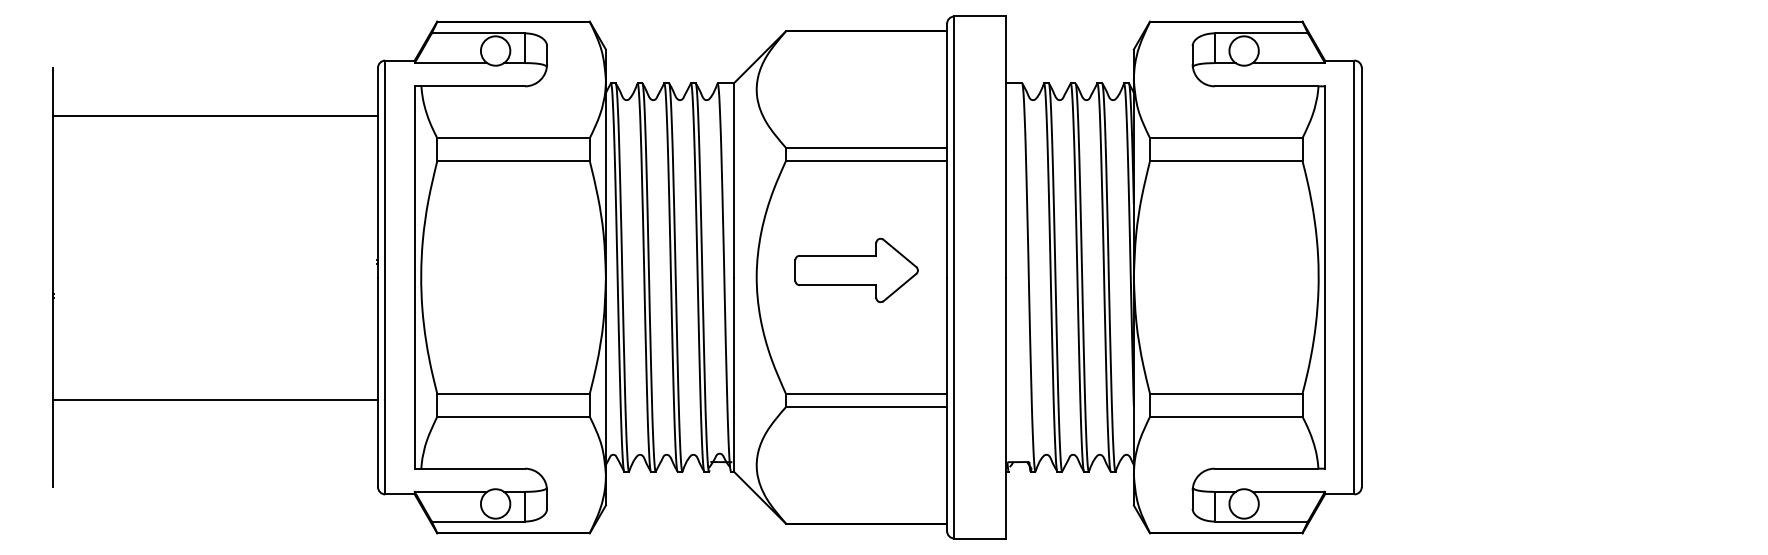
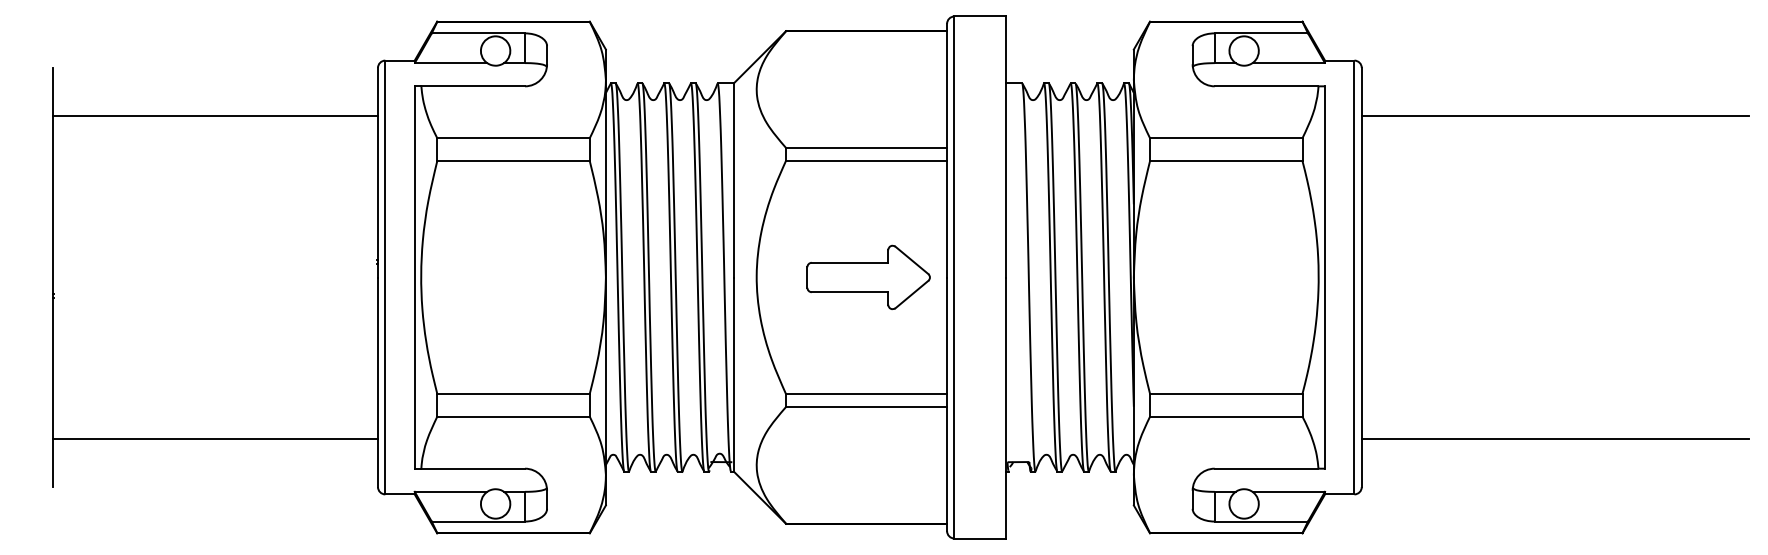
line at (1554, 115): none -> present
part at (856, 269) position: (856, 269) -> (868, 276)
line at (215, 400) position: (215, 400) -> (215, 439)
line at (1554, 439): none -> present
